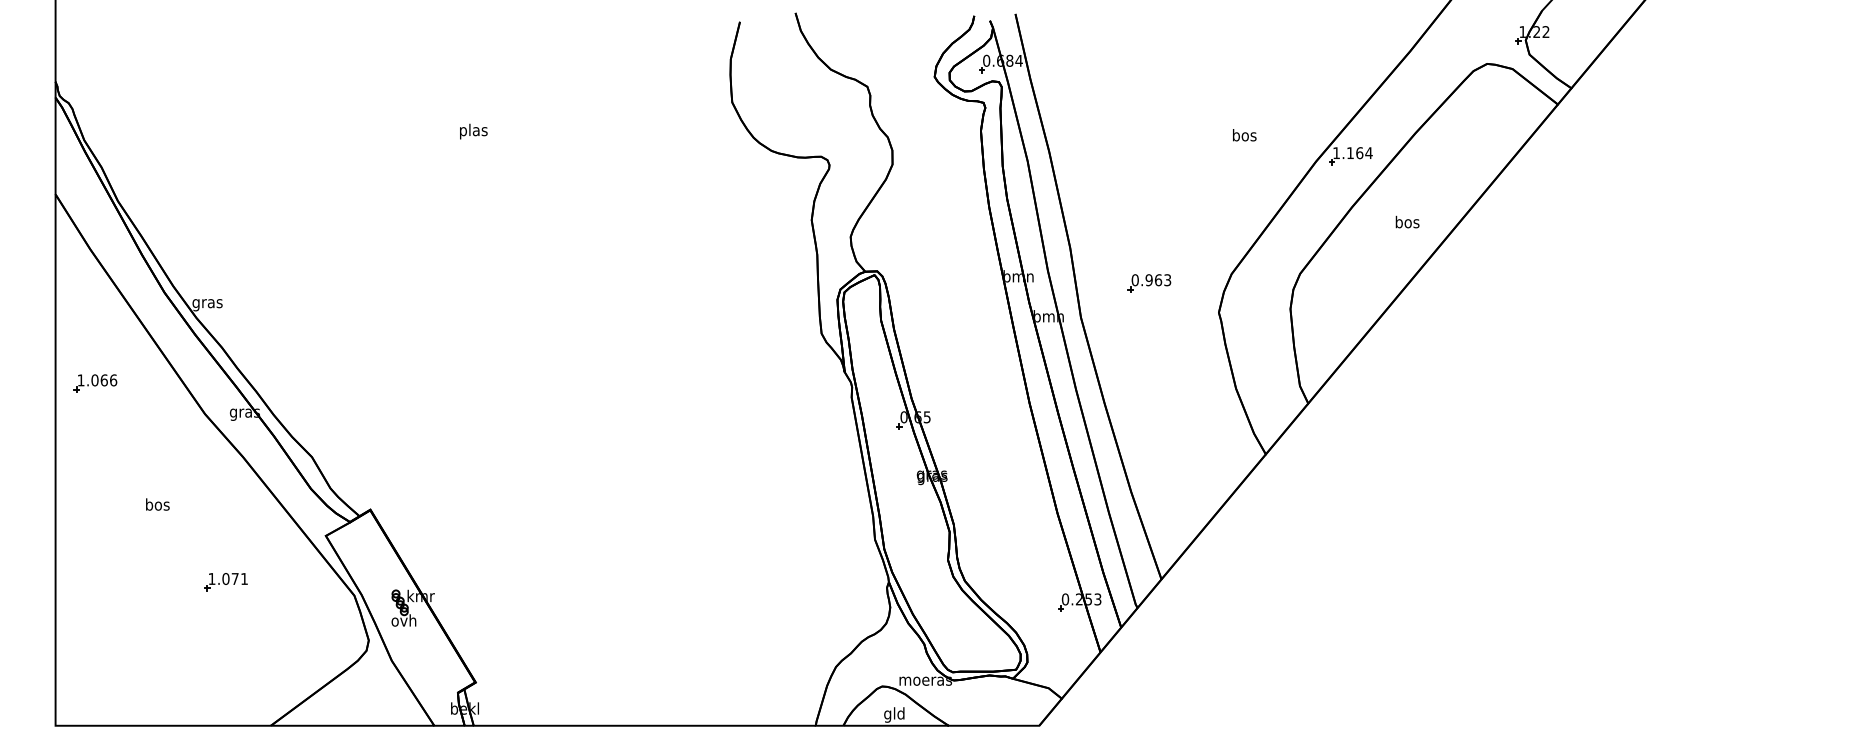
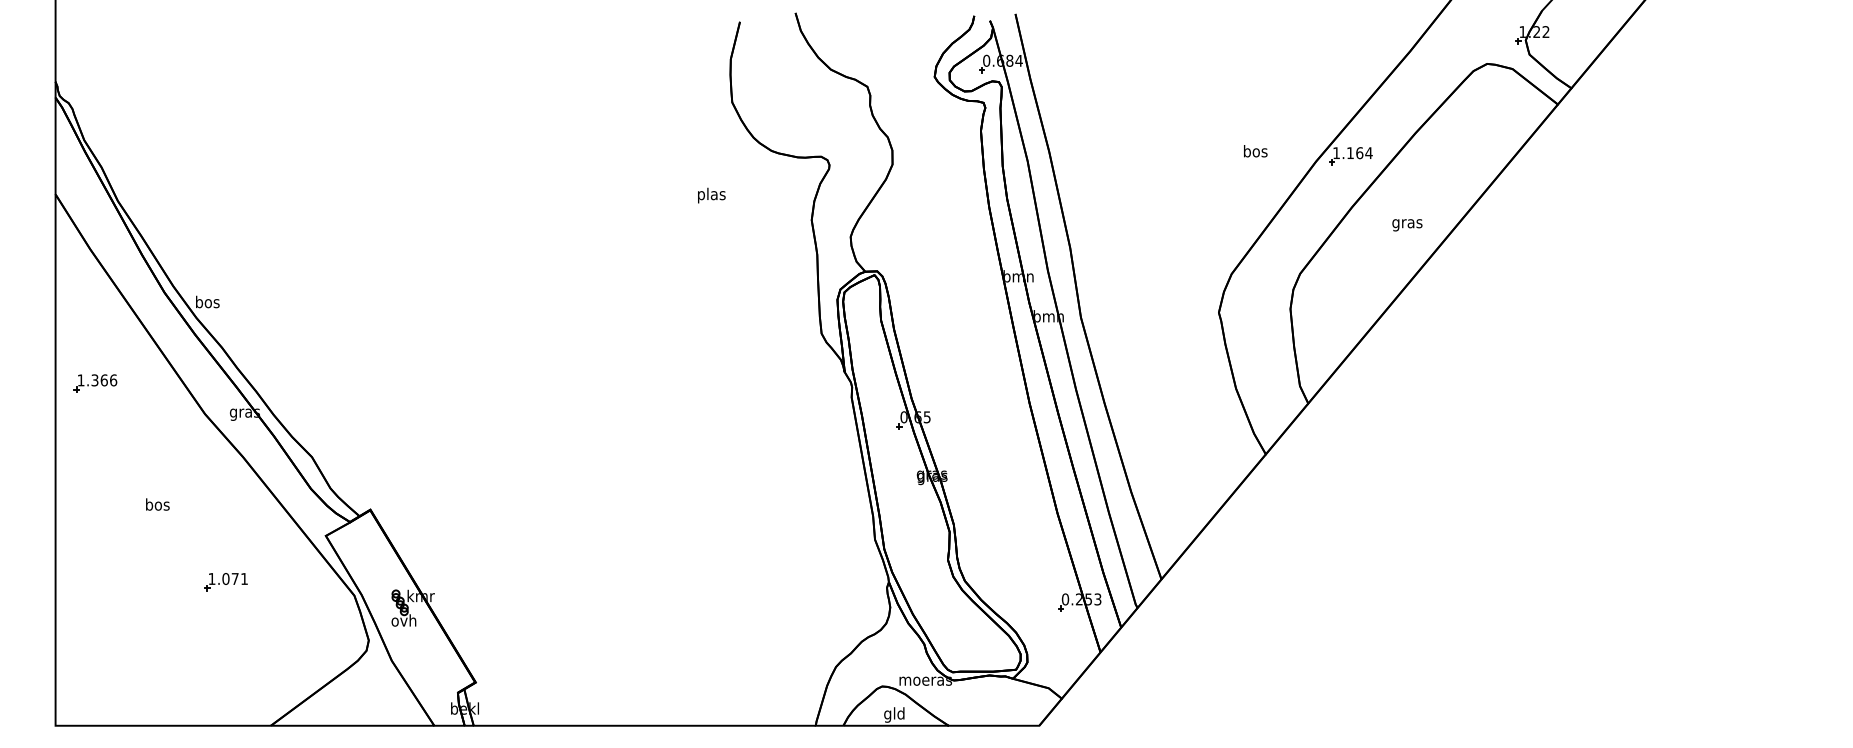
text at (473, 131) position: (473, 131) -> (711, 195)
text at (1244, 135) position: (1244, 135) -> (1255, 151)
text at (1407, 223): bos -> gras
part at (1149, 283): present -> none
text at (207, 303): gras -> bos
text at (94, 380): 1.066 -> 1.366
